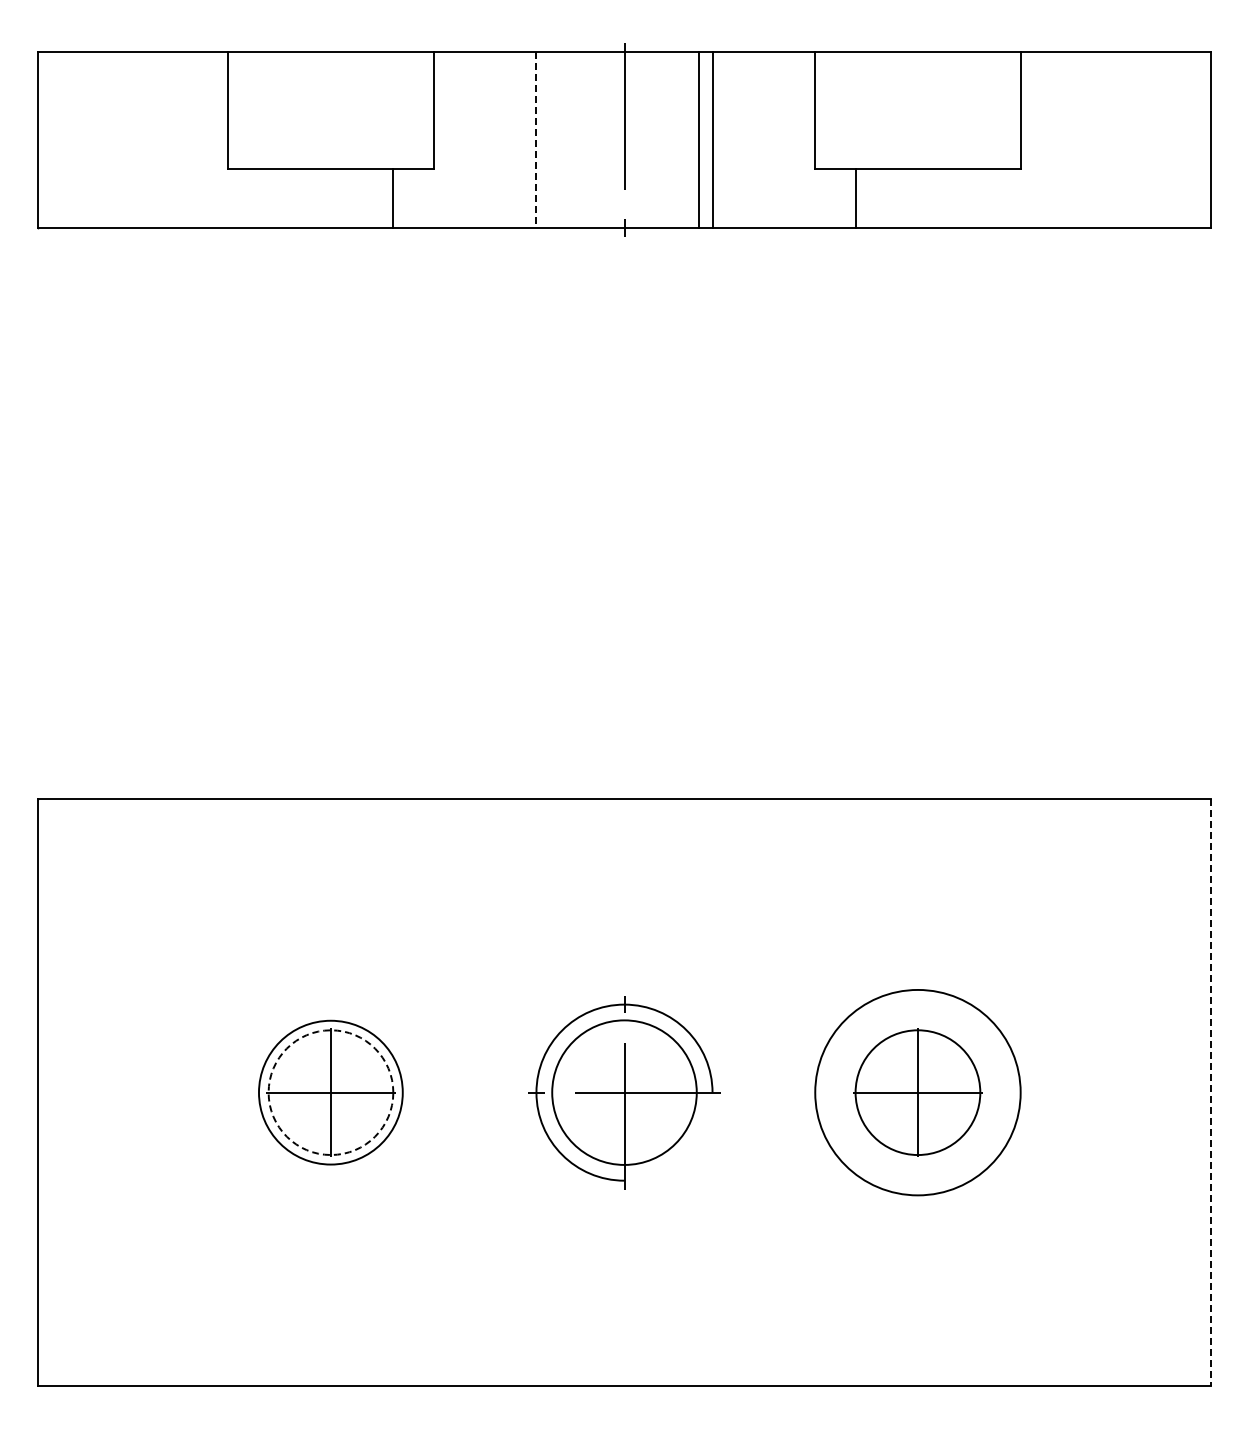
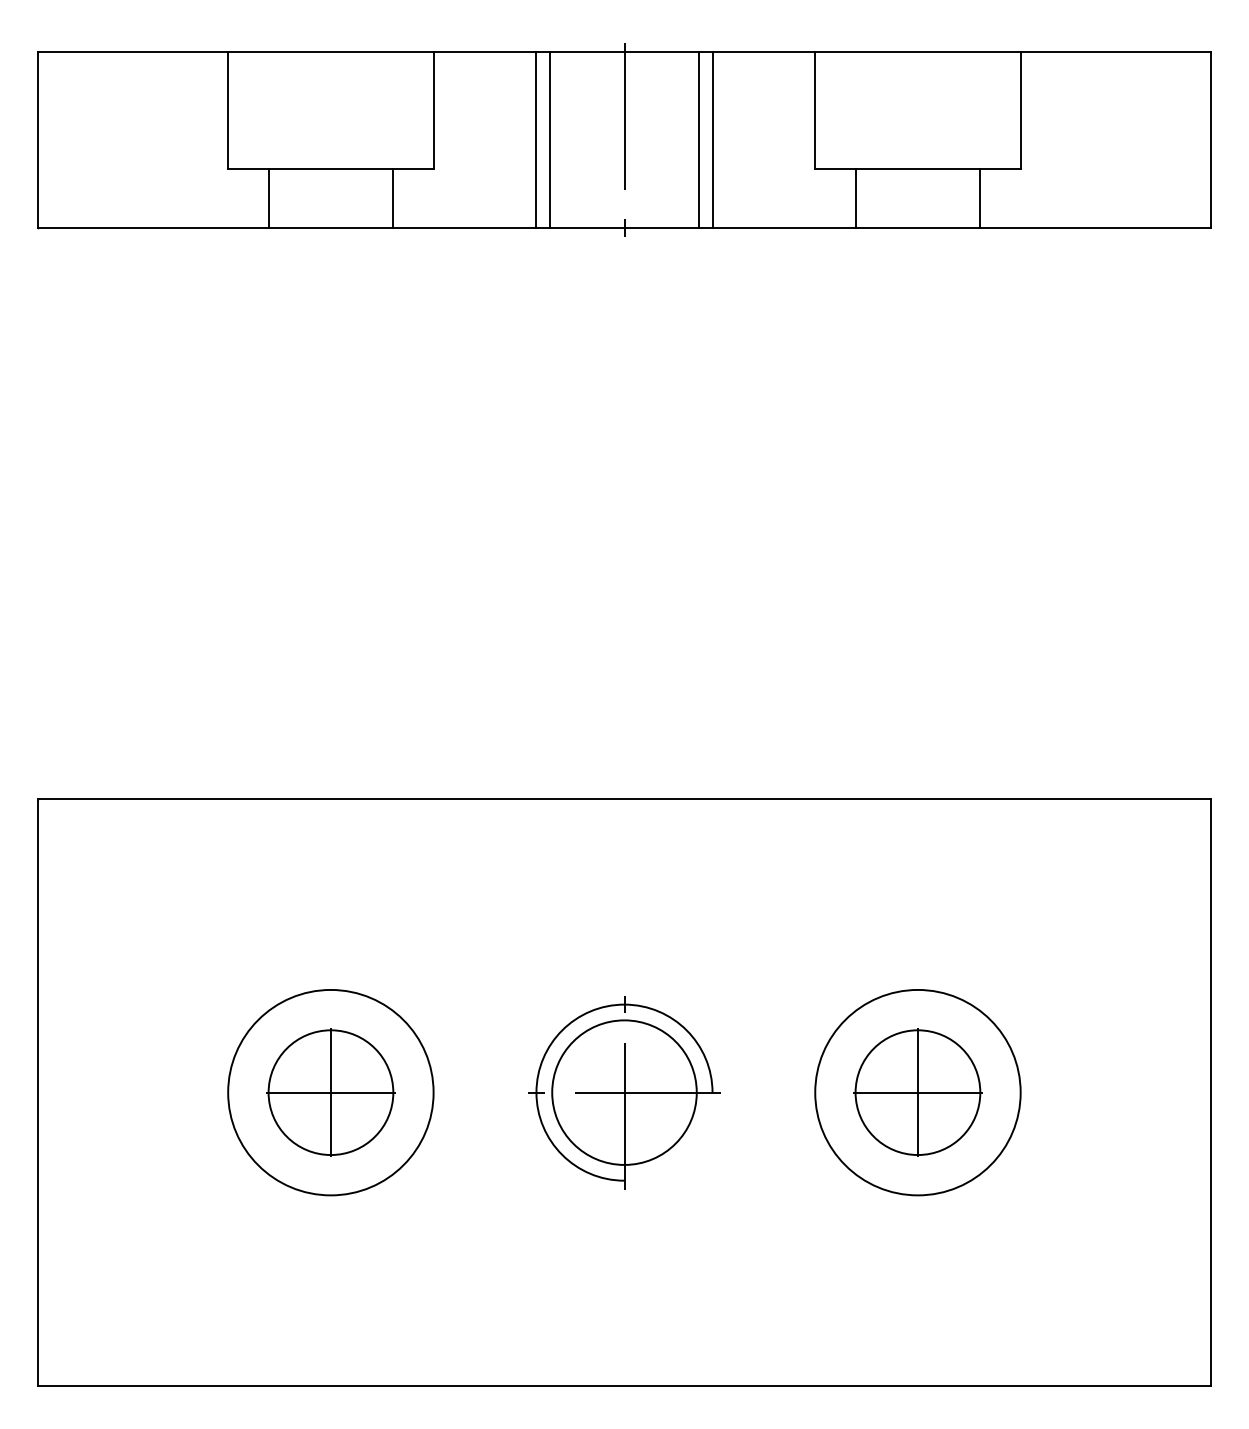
line at (549, 139): none -> present
line at (536, 140): dashed -> solid
line at (268, 198): none -> present
line at (980, 198): none -> present
circle at (330, 1092) diameter: 144 px -> 205 px
circle at (330, 1092): dashed -> solid
line at (1211, 1093): dashed -> solid
